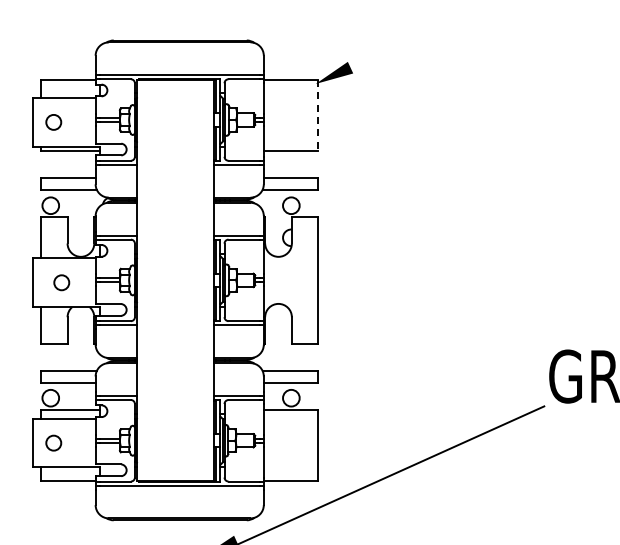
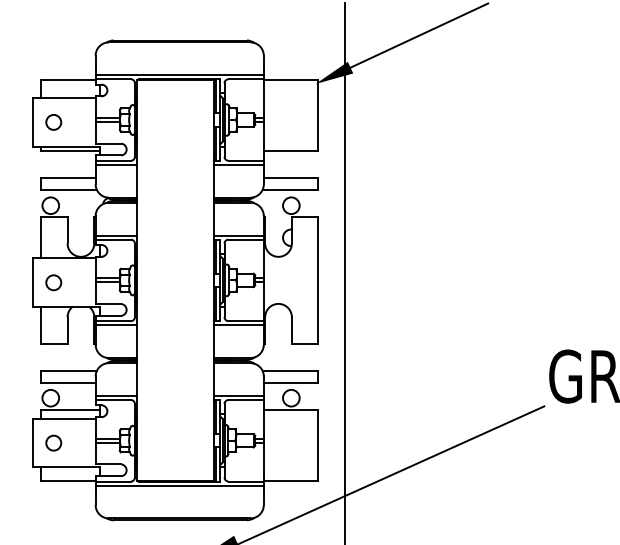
line at (419, 35): none -> present
line at (318, 115): dashed -> solid
line at (344, 271): none -> present
circle at (61, 282) position: (61, 282) -> (53, 282)
